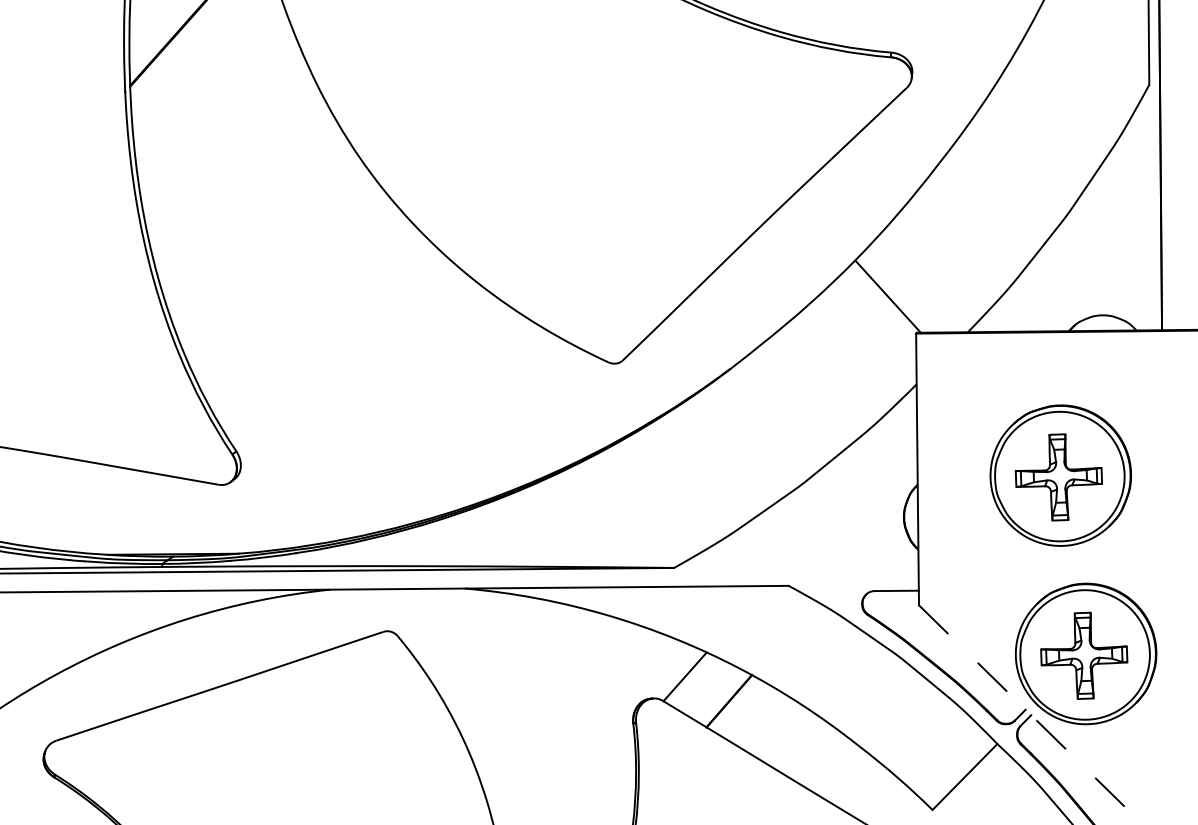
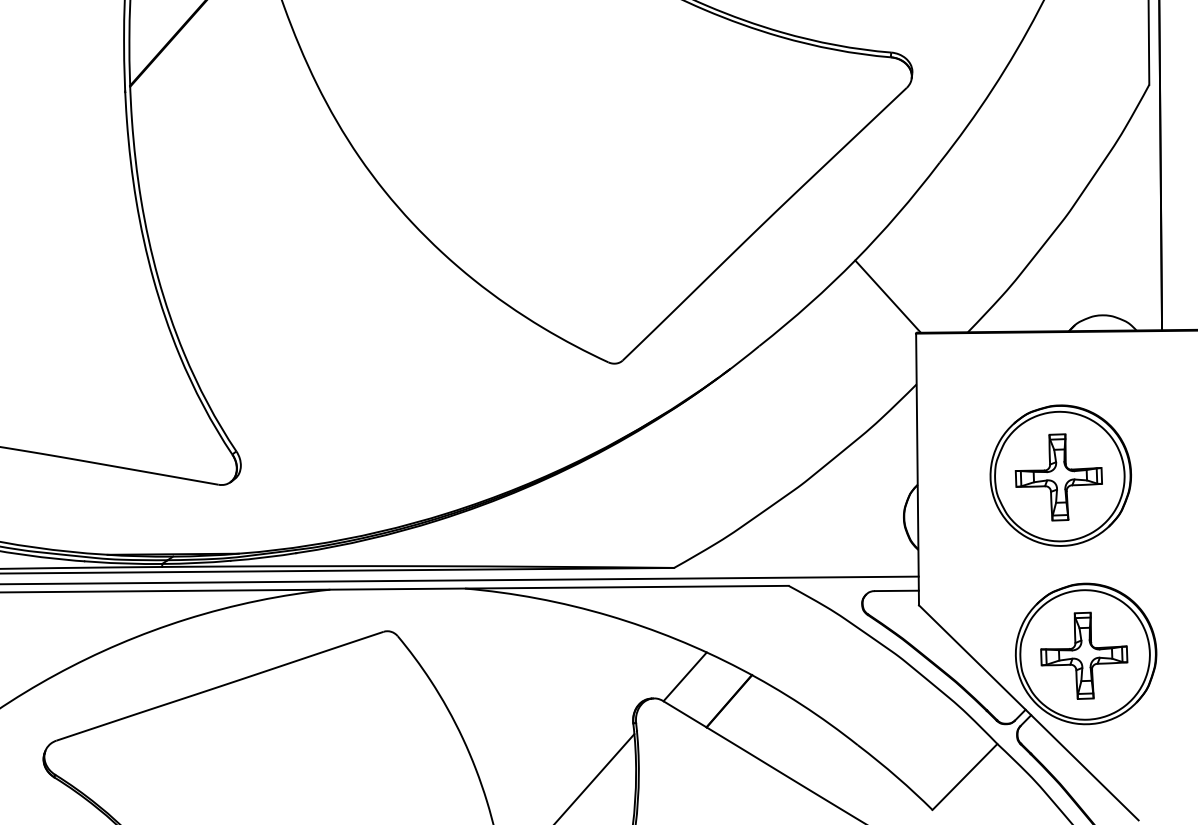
line at (460, 580): none -> present
line at (1028, 712): dashed -> solid
line at (595, 777): none -> present
